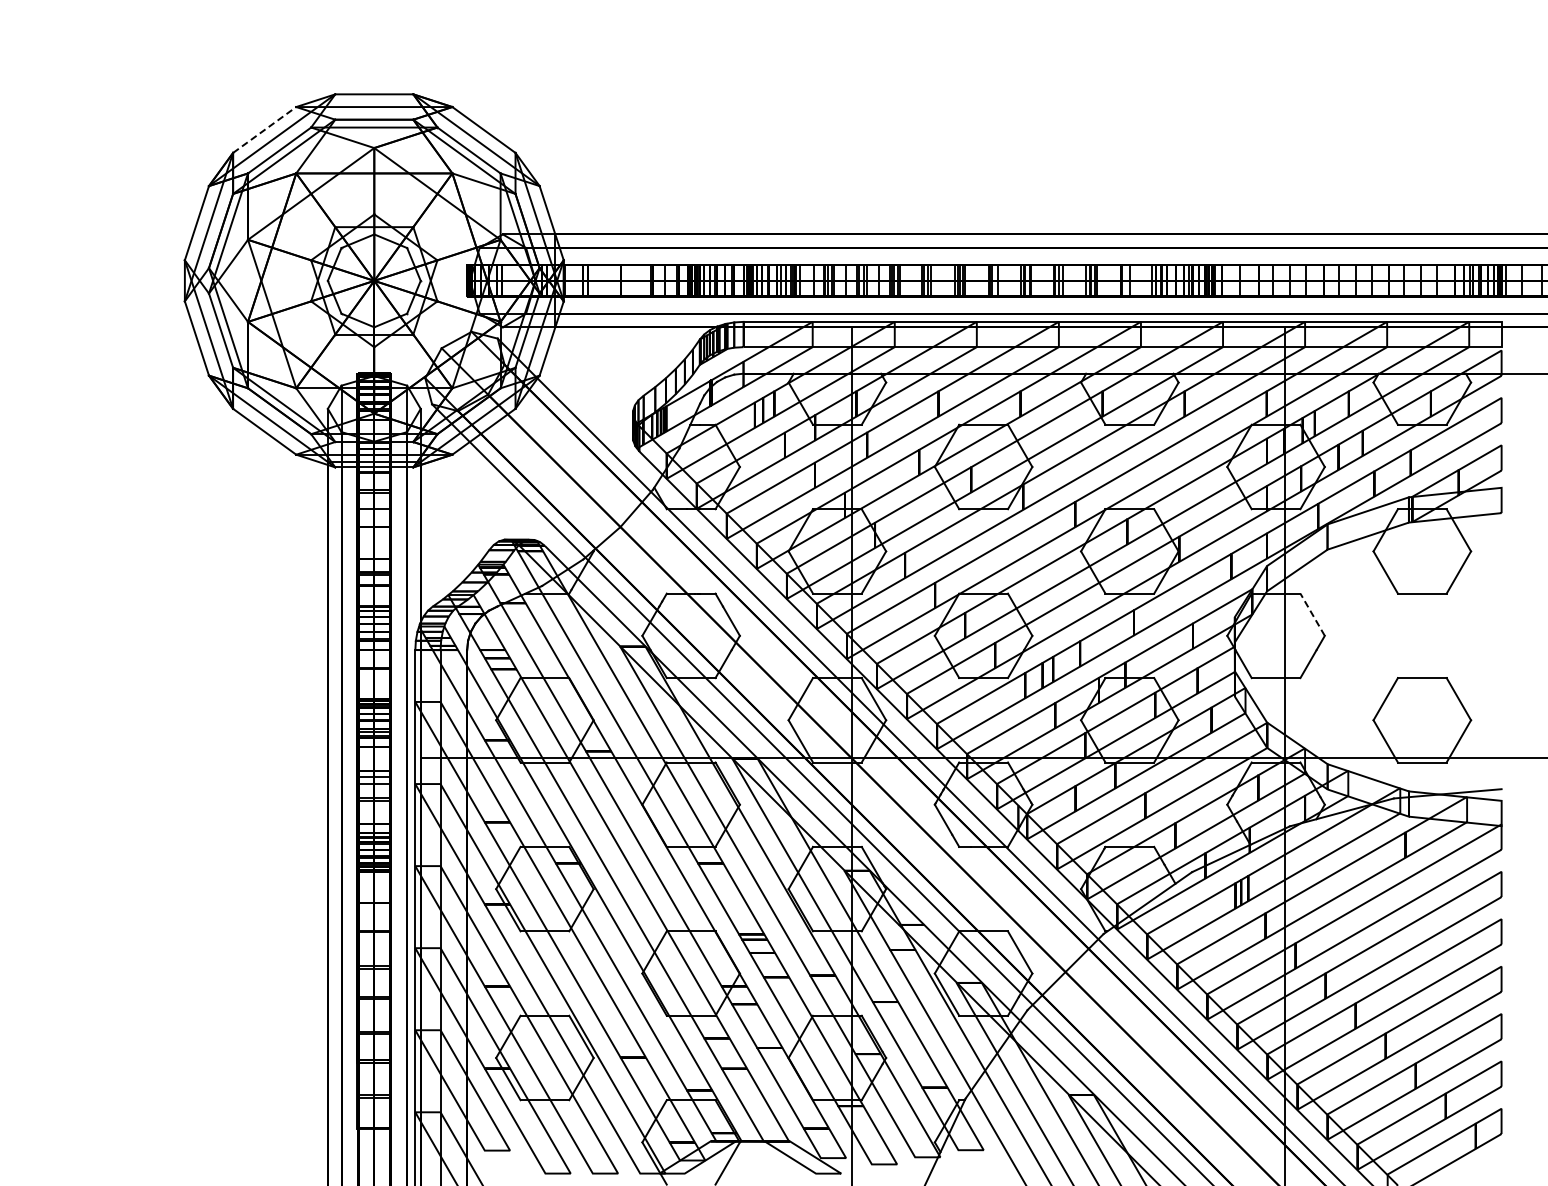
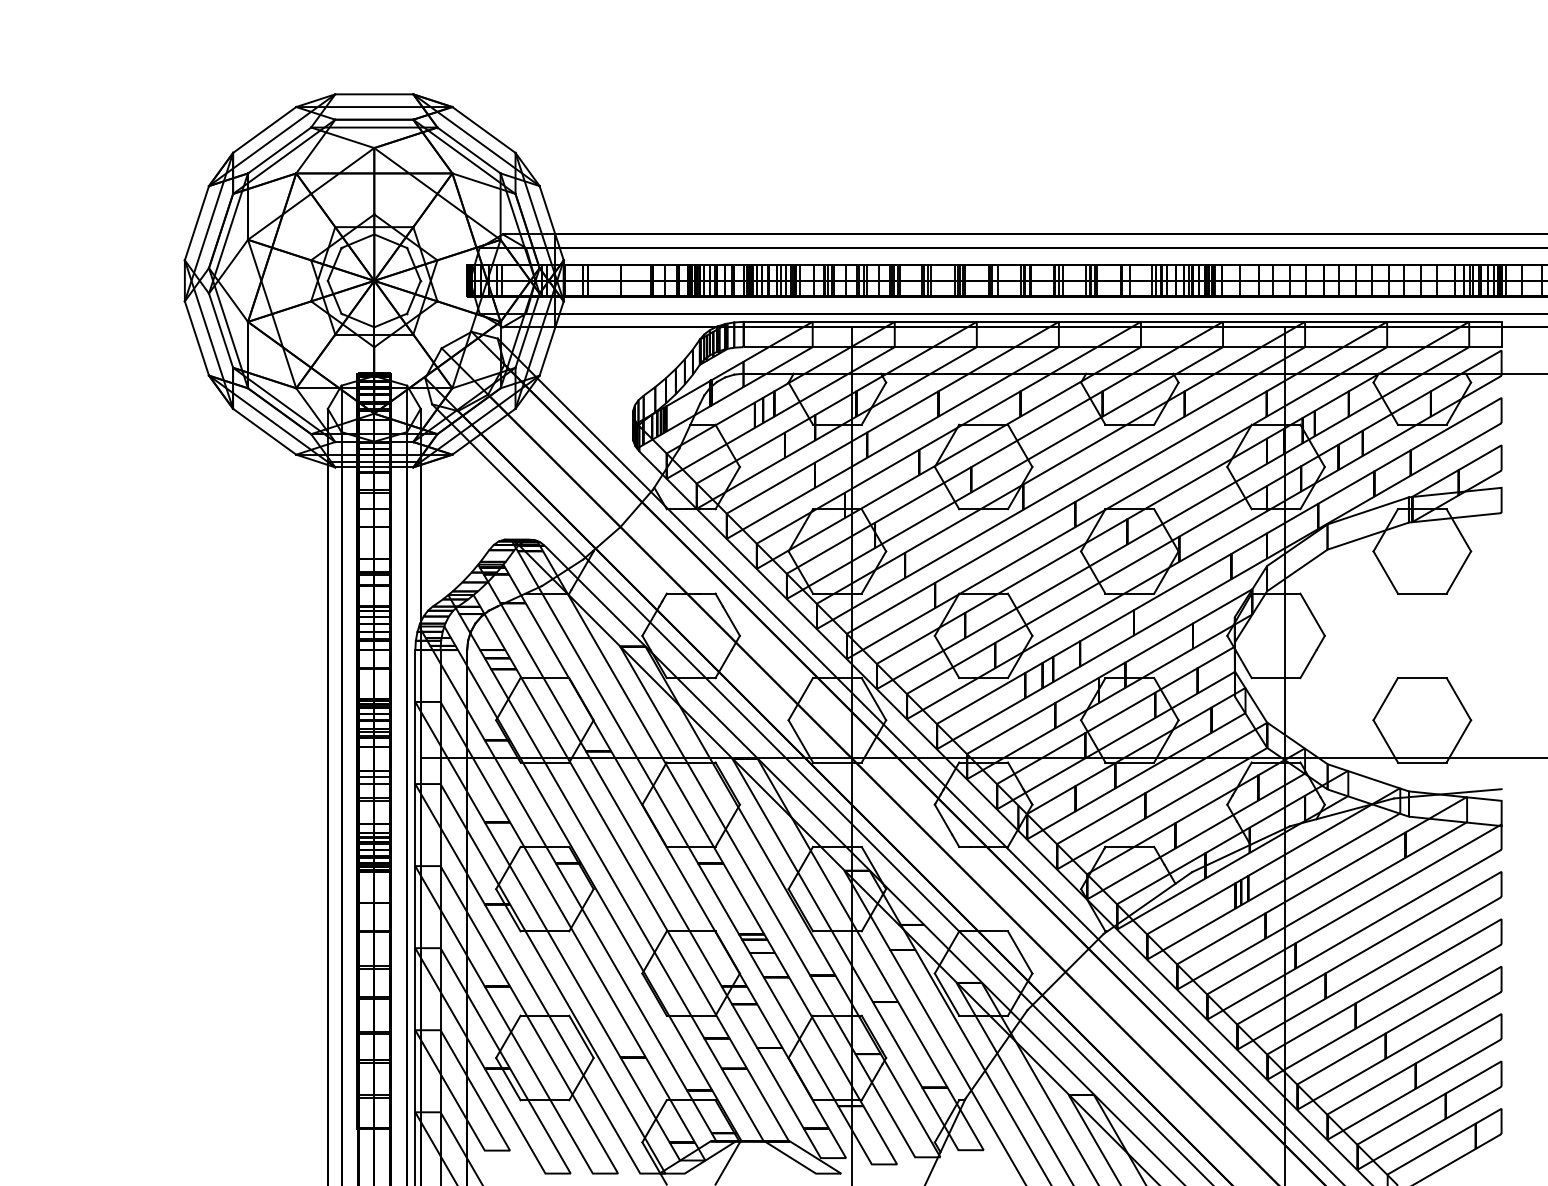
line at (265, 129): dashed -> solid
line at (1312, 614): dashed -> solid
